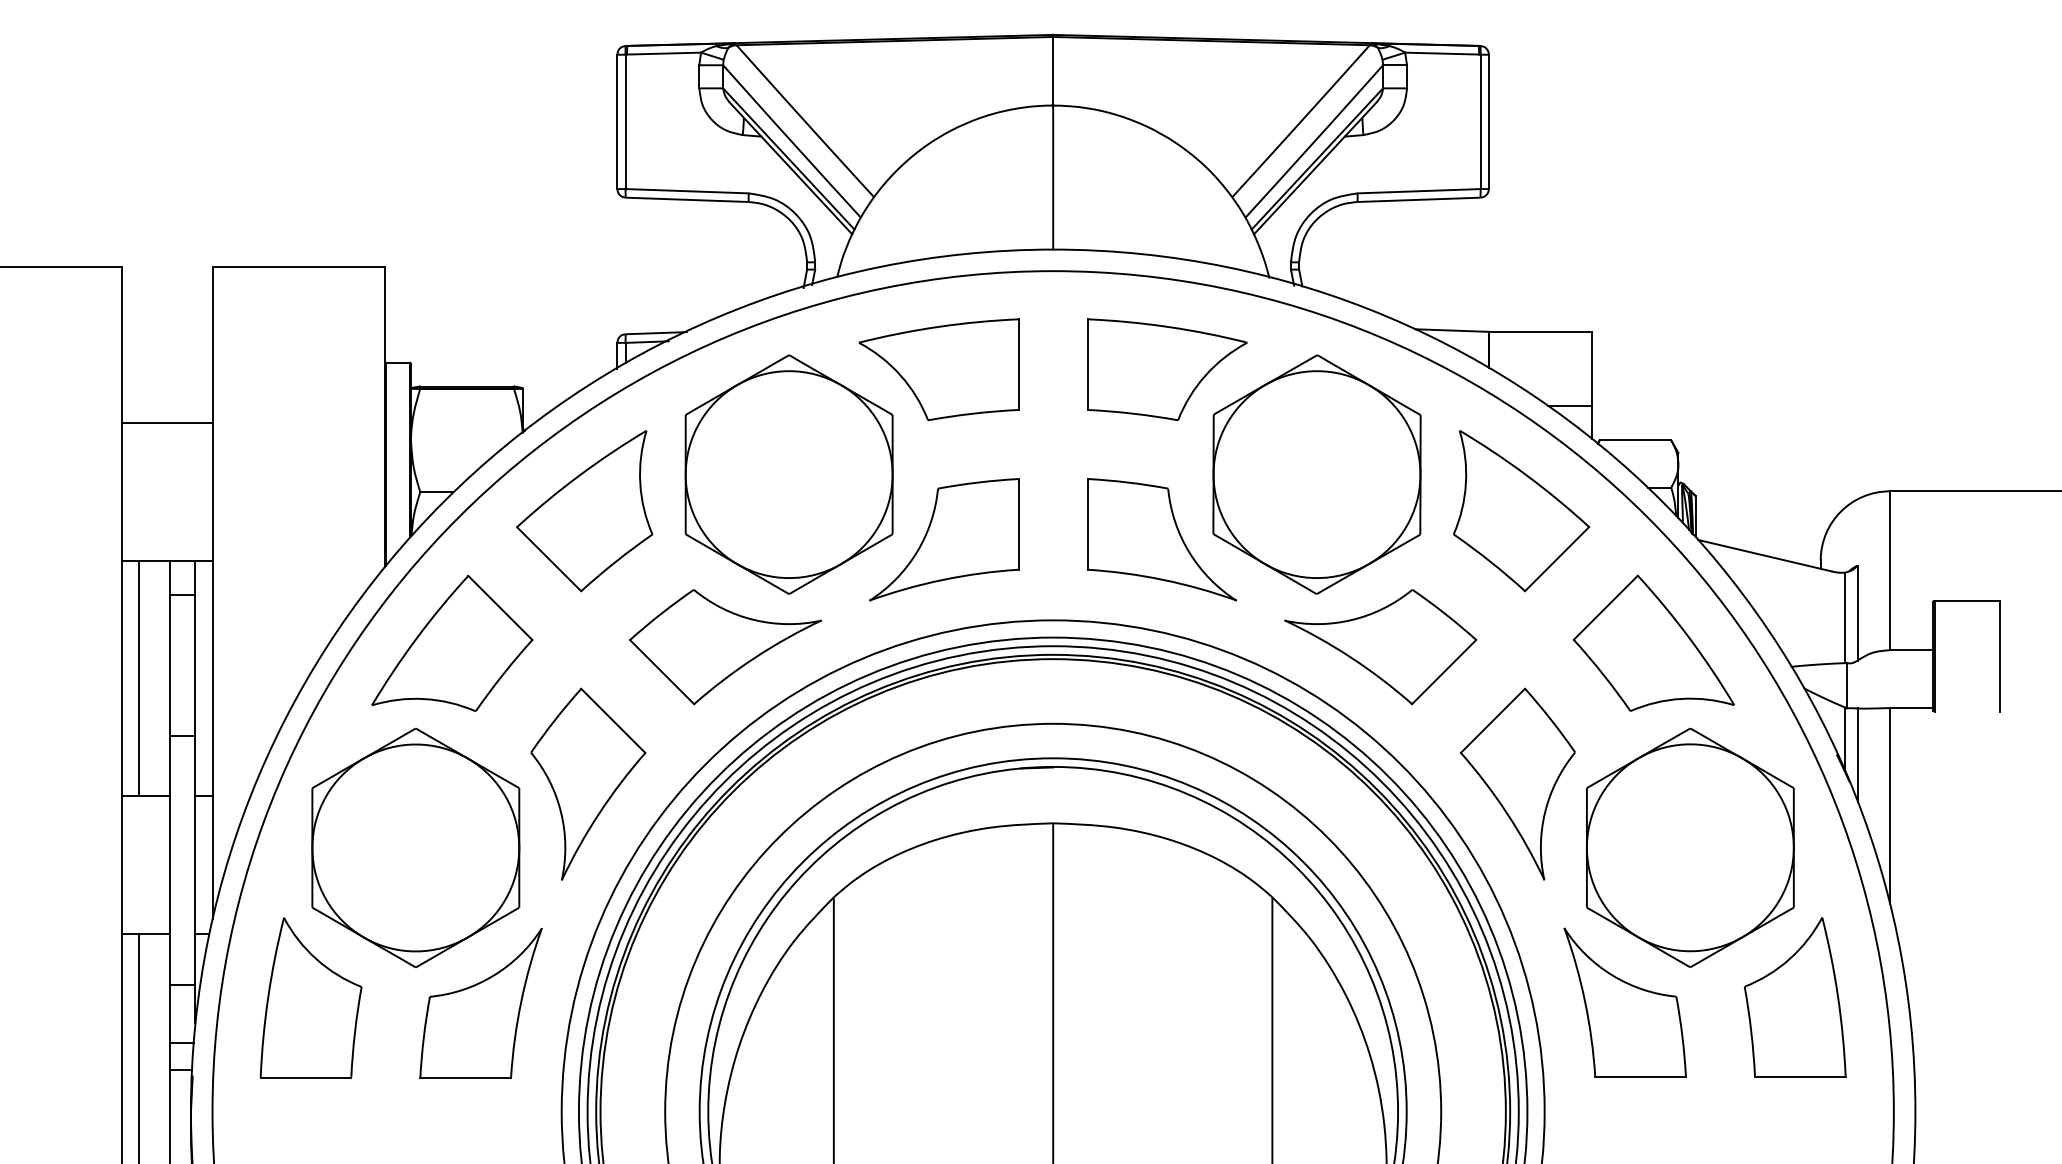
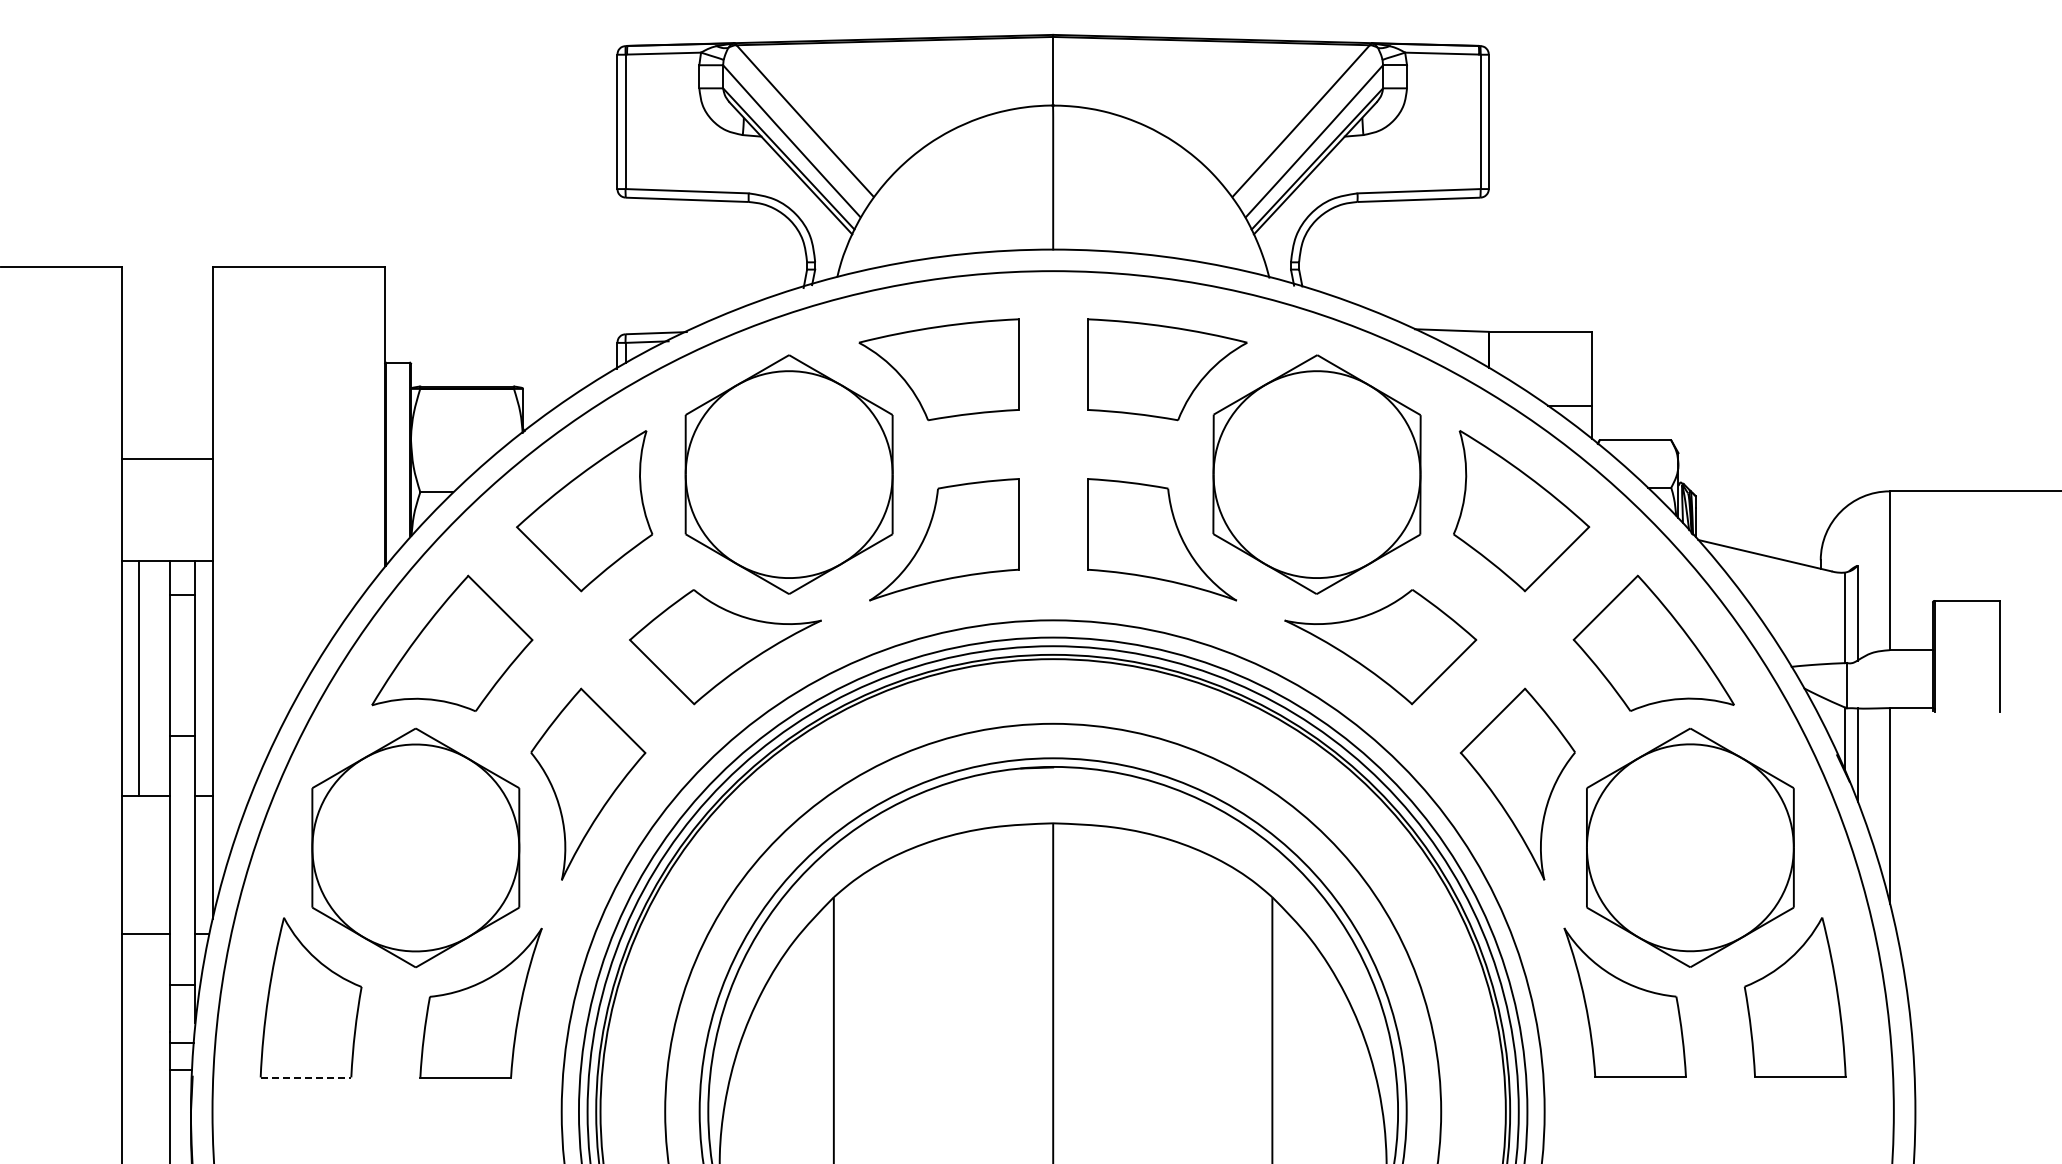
line at (167, 423) position: (167, 423) -> (167, 459)
line at (139, 1047): present -> none
line at (306, 1077): solid -> dashed
